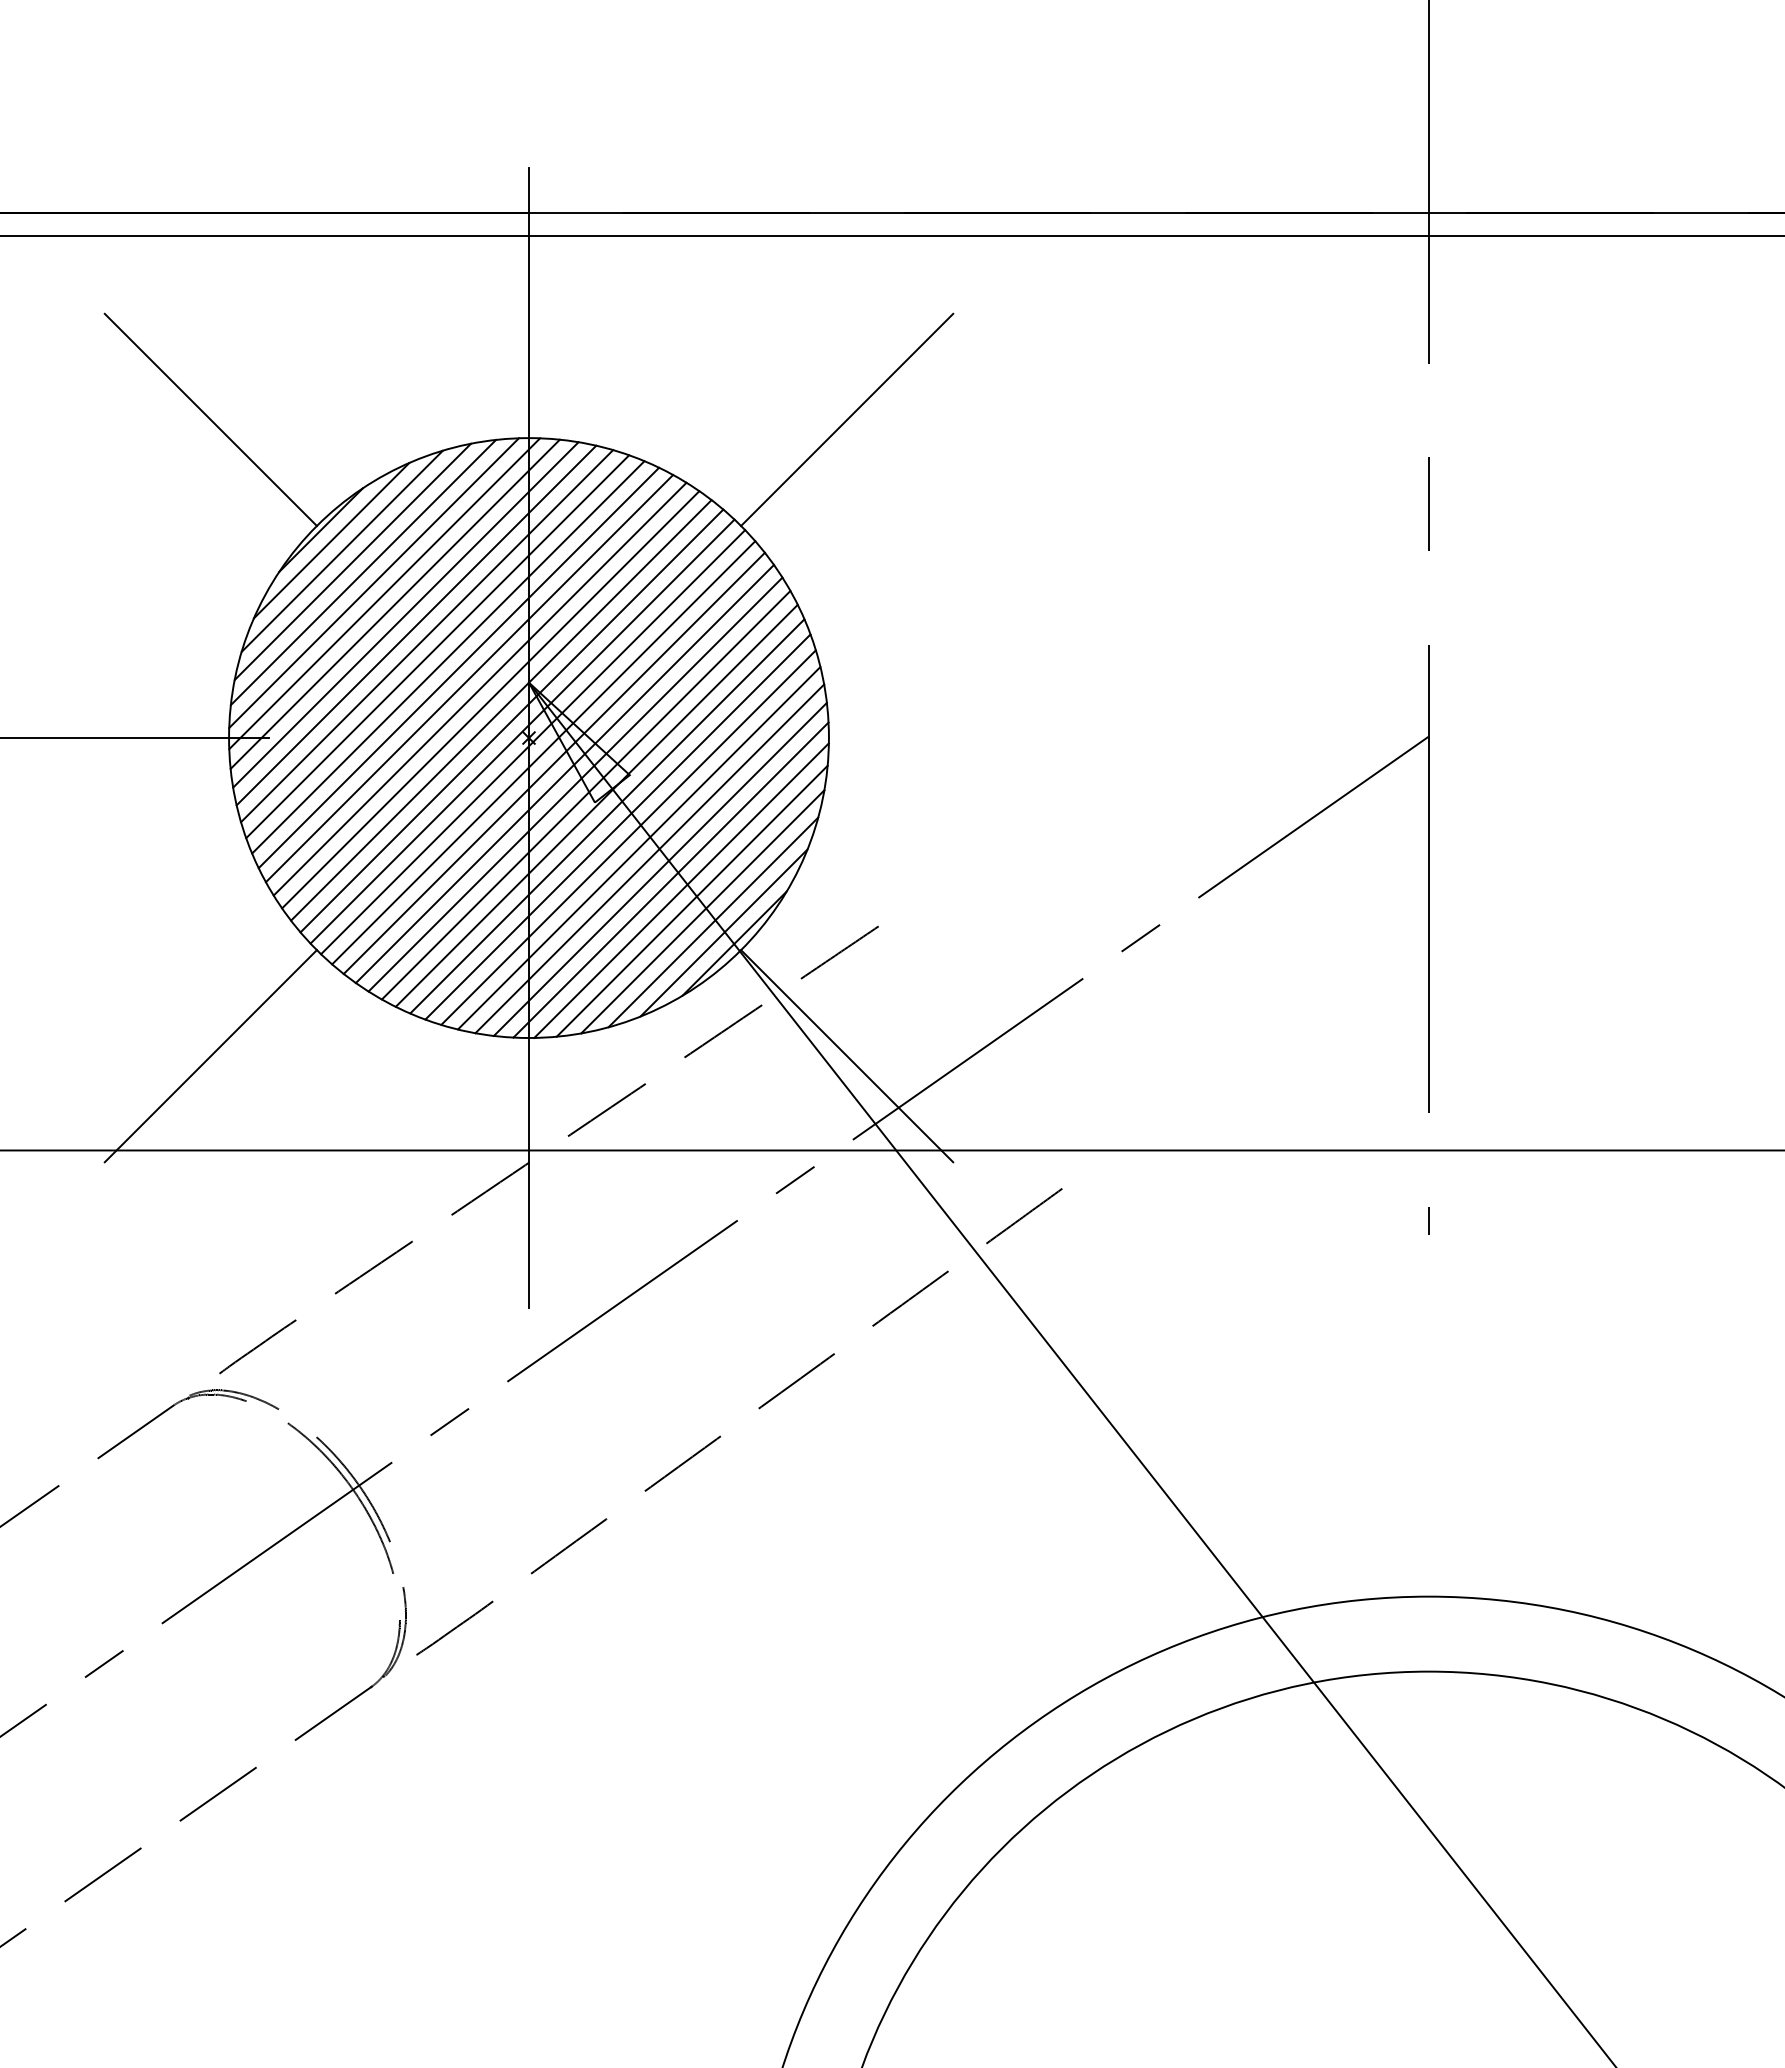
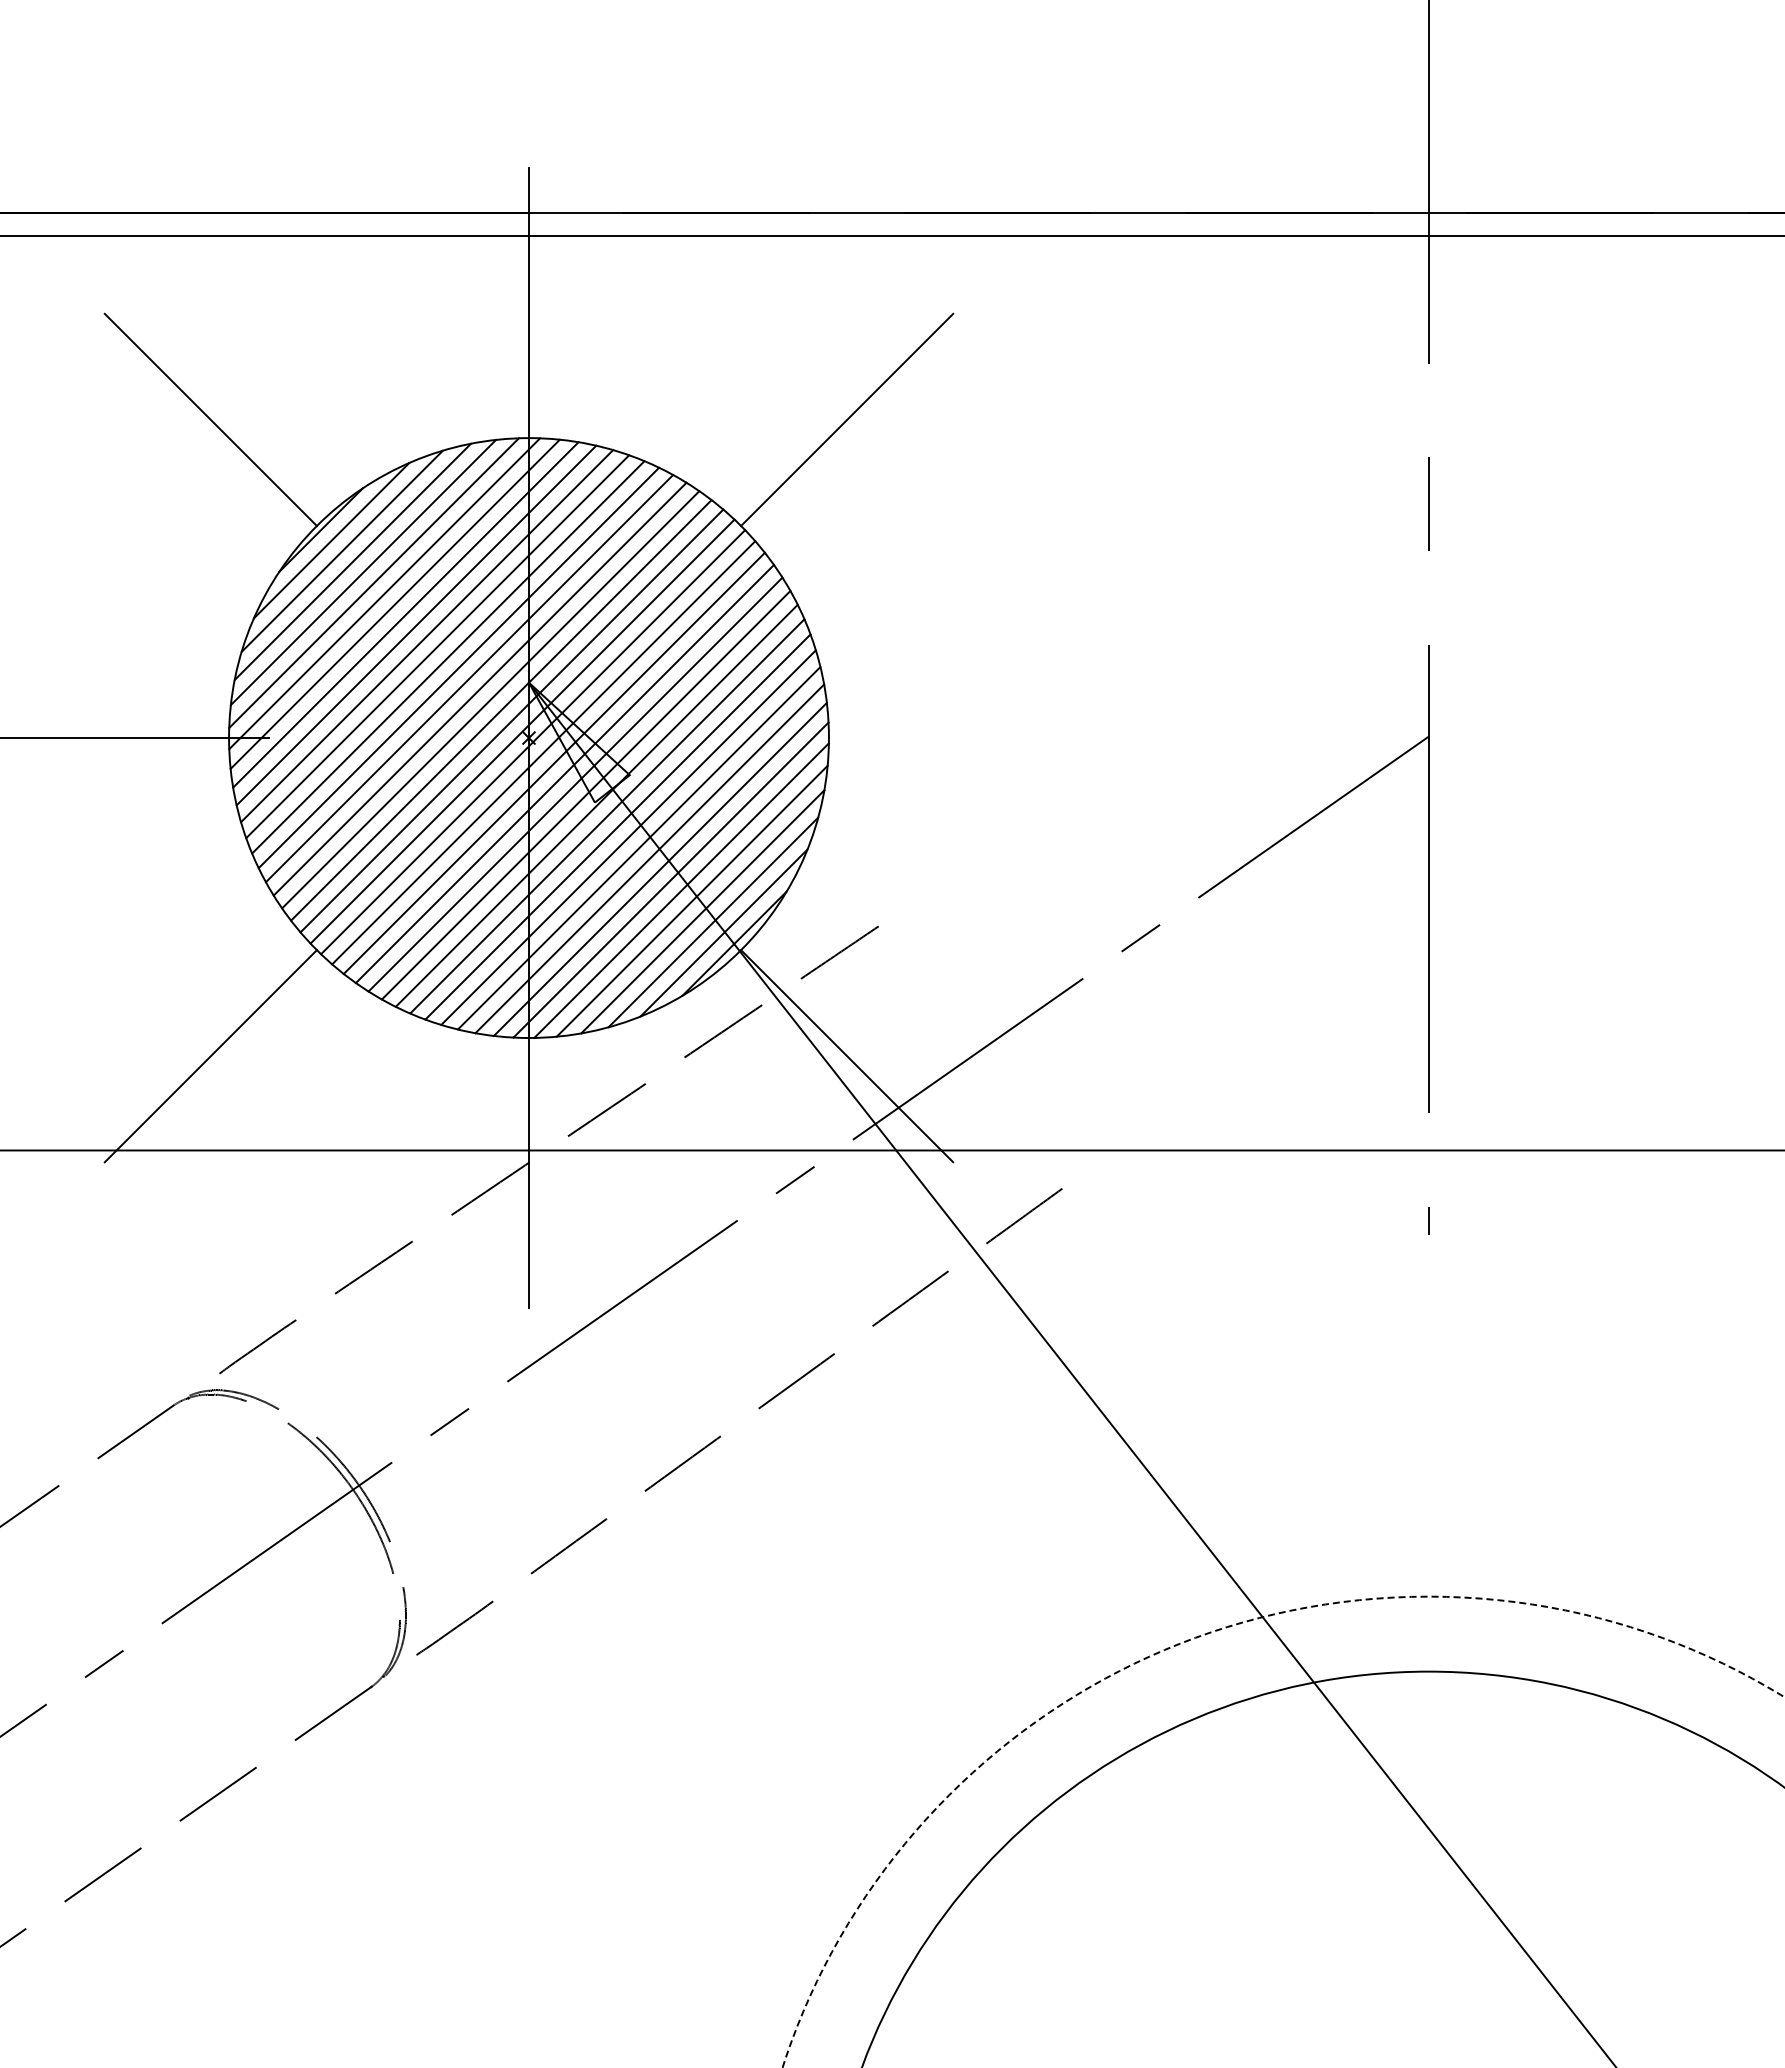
circle at (1283, 1831): solid -> dashed
